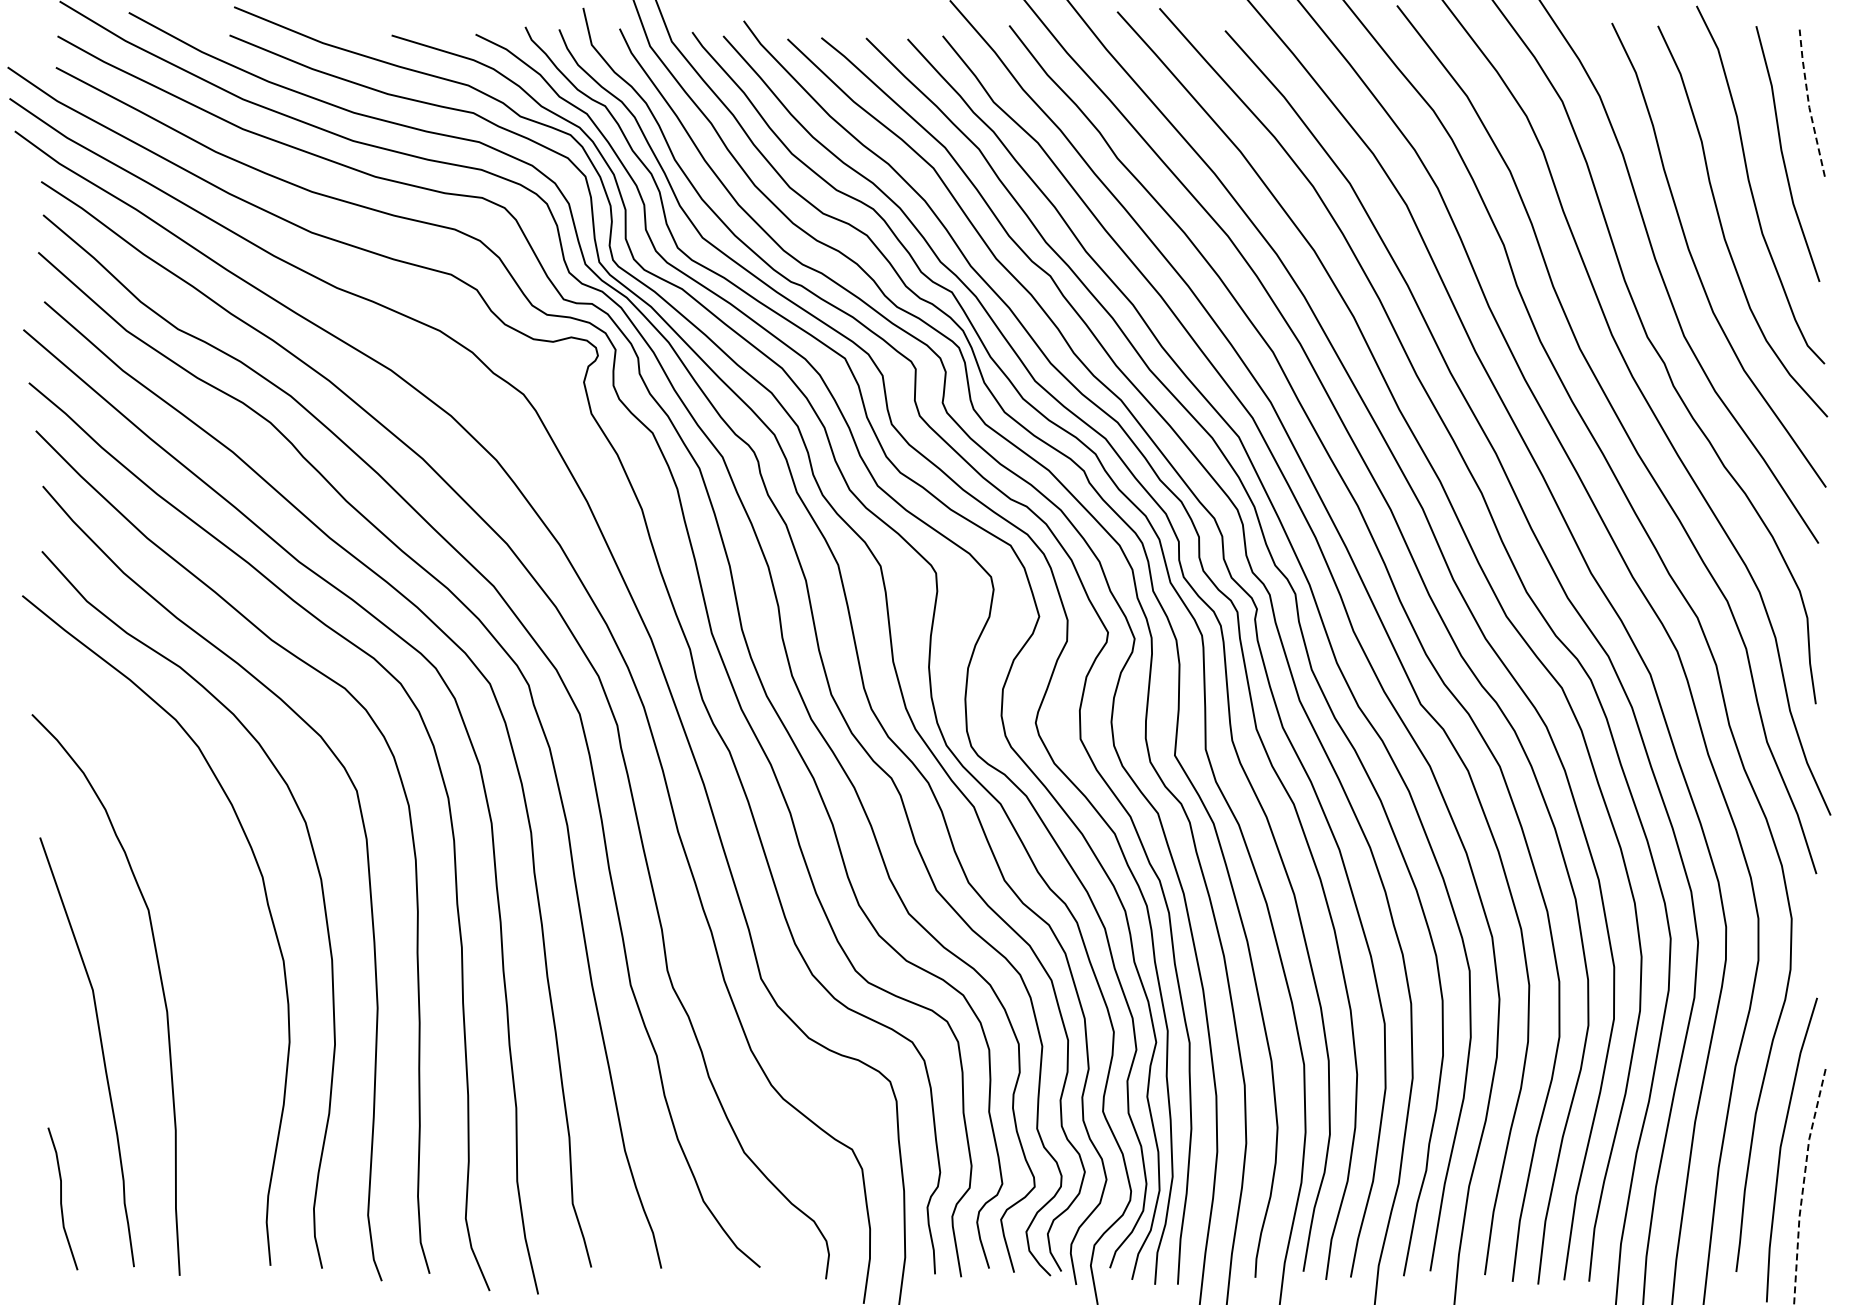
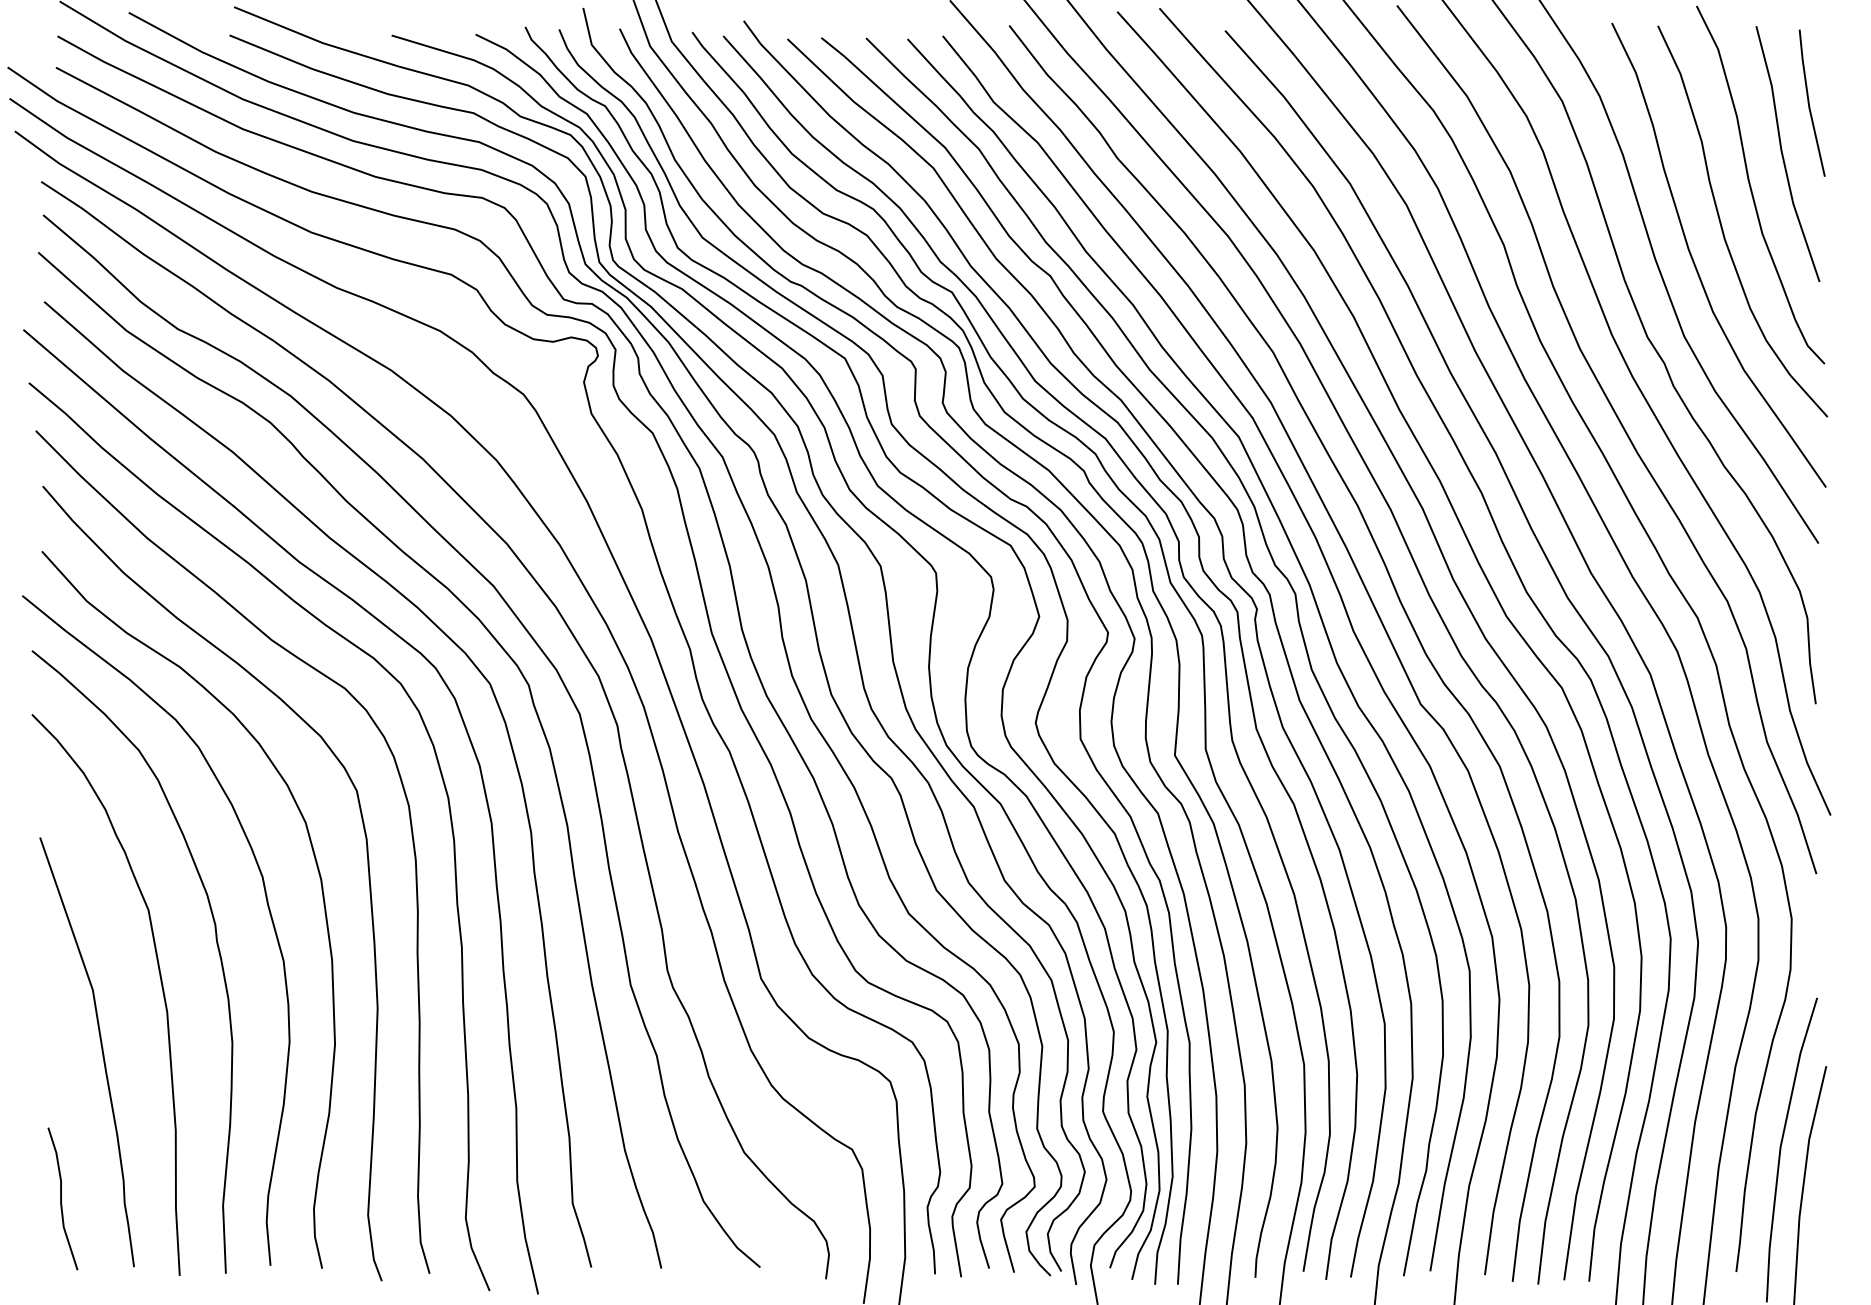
line at (1808, 102): dashed -> solid
curve at (216, 944): none -> present
line at (1803, 1183): dashed -> solid
